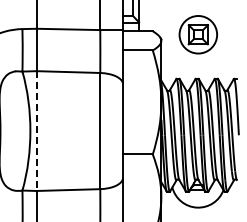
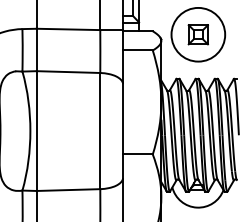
circle at (198, 34) diameter: 38 px -> 54 px
line at (36, 131): dashed -> solid
